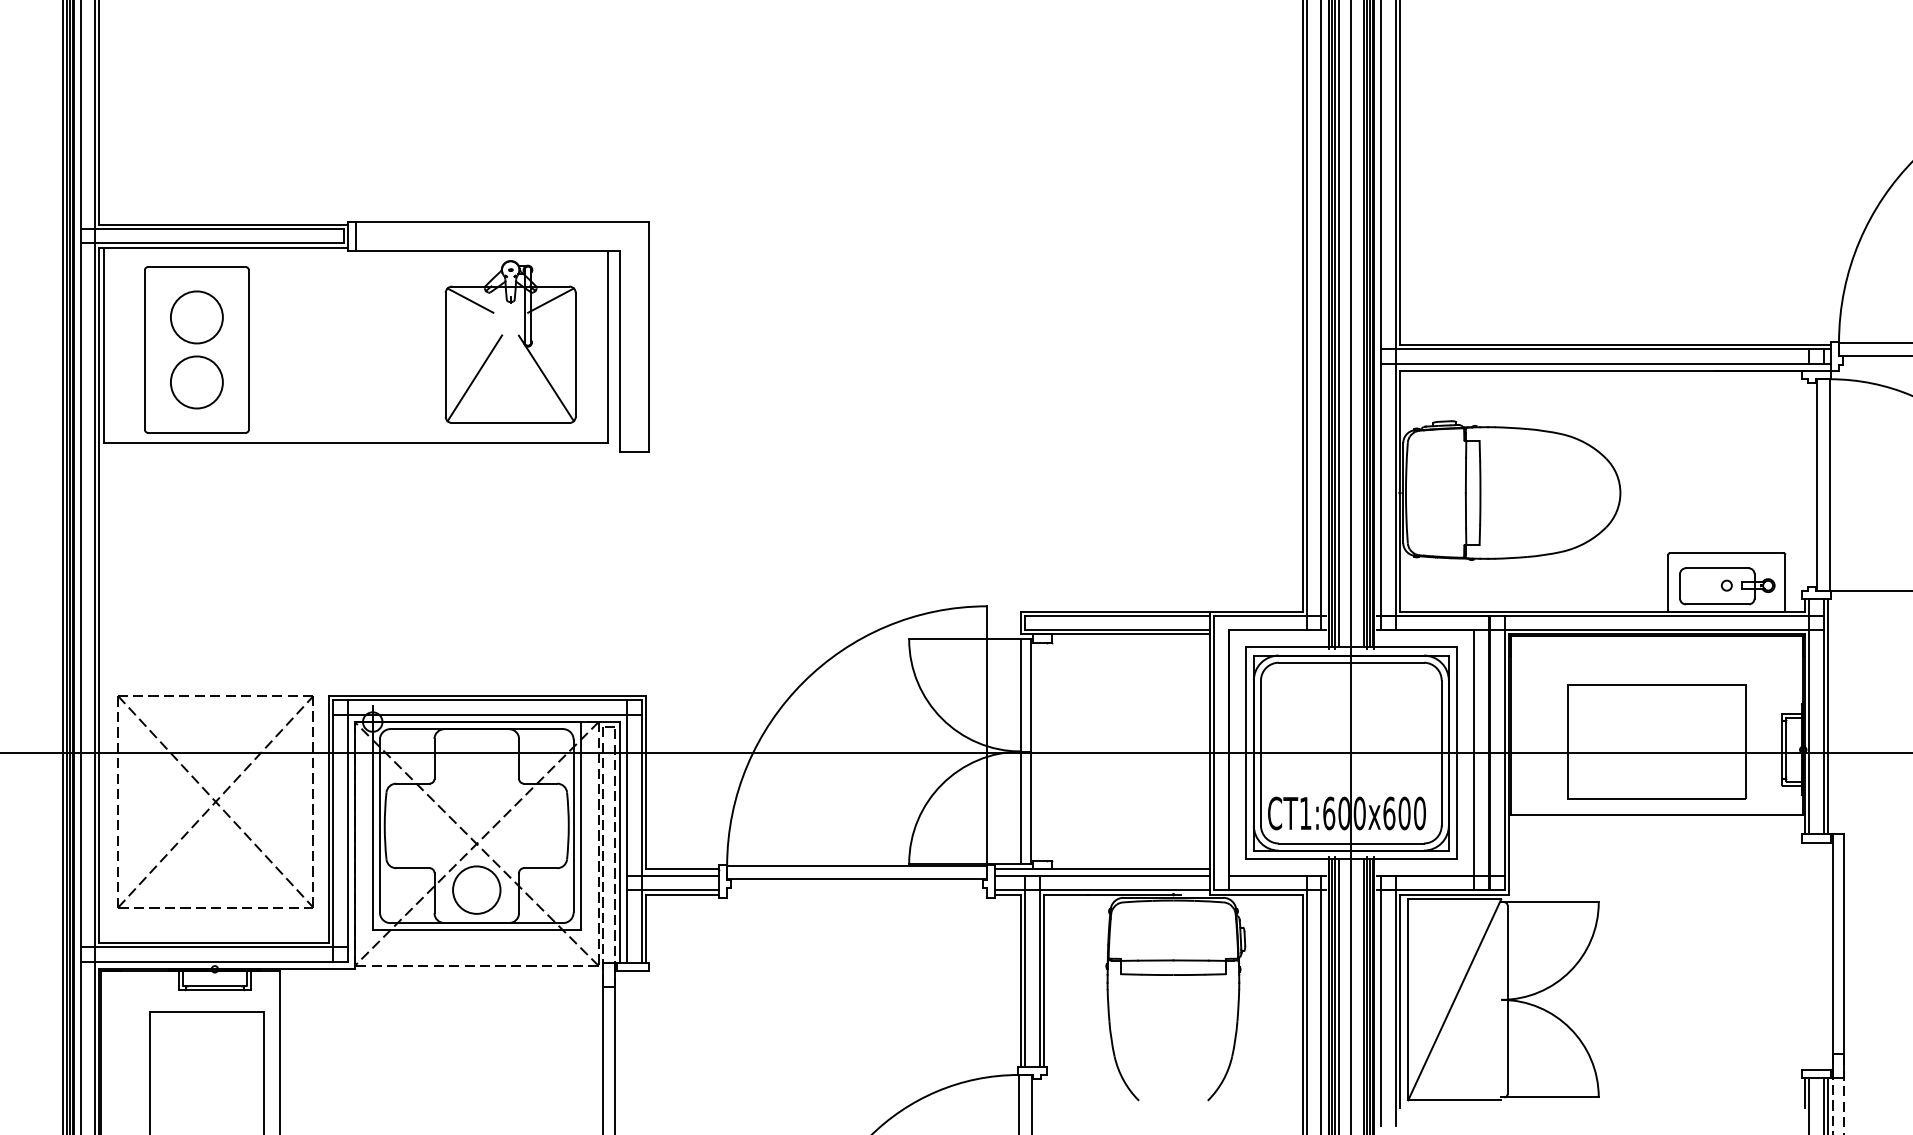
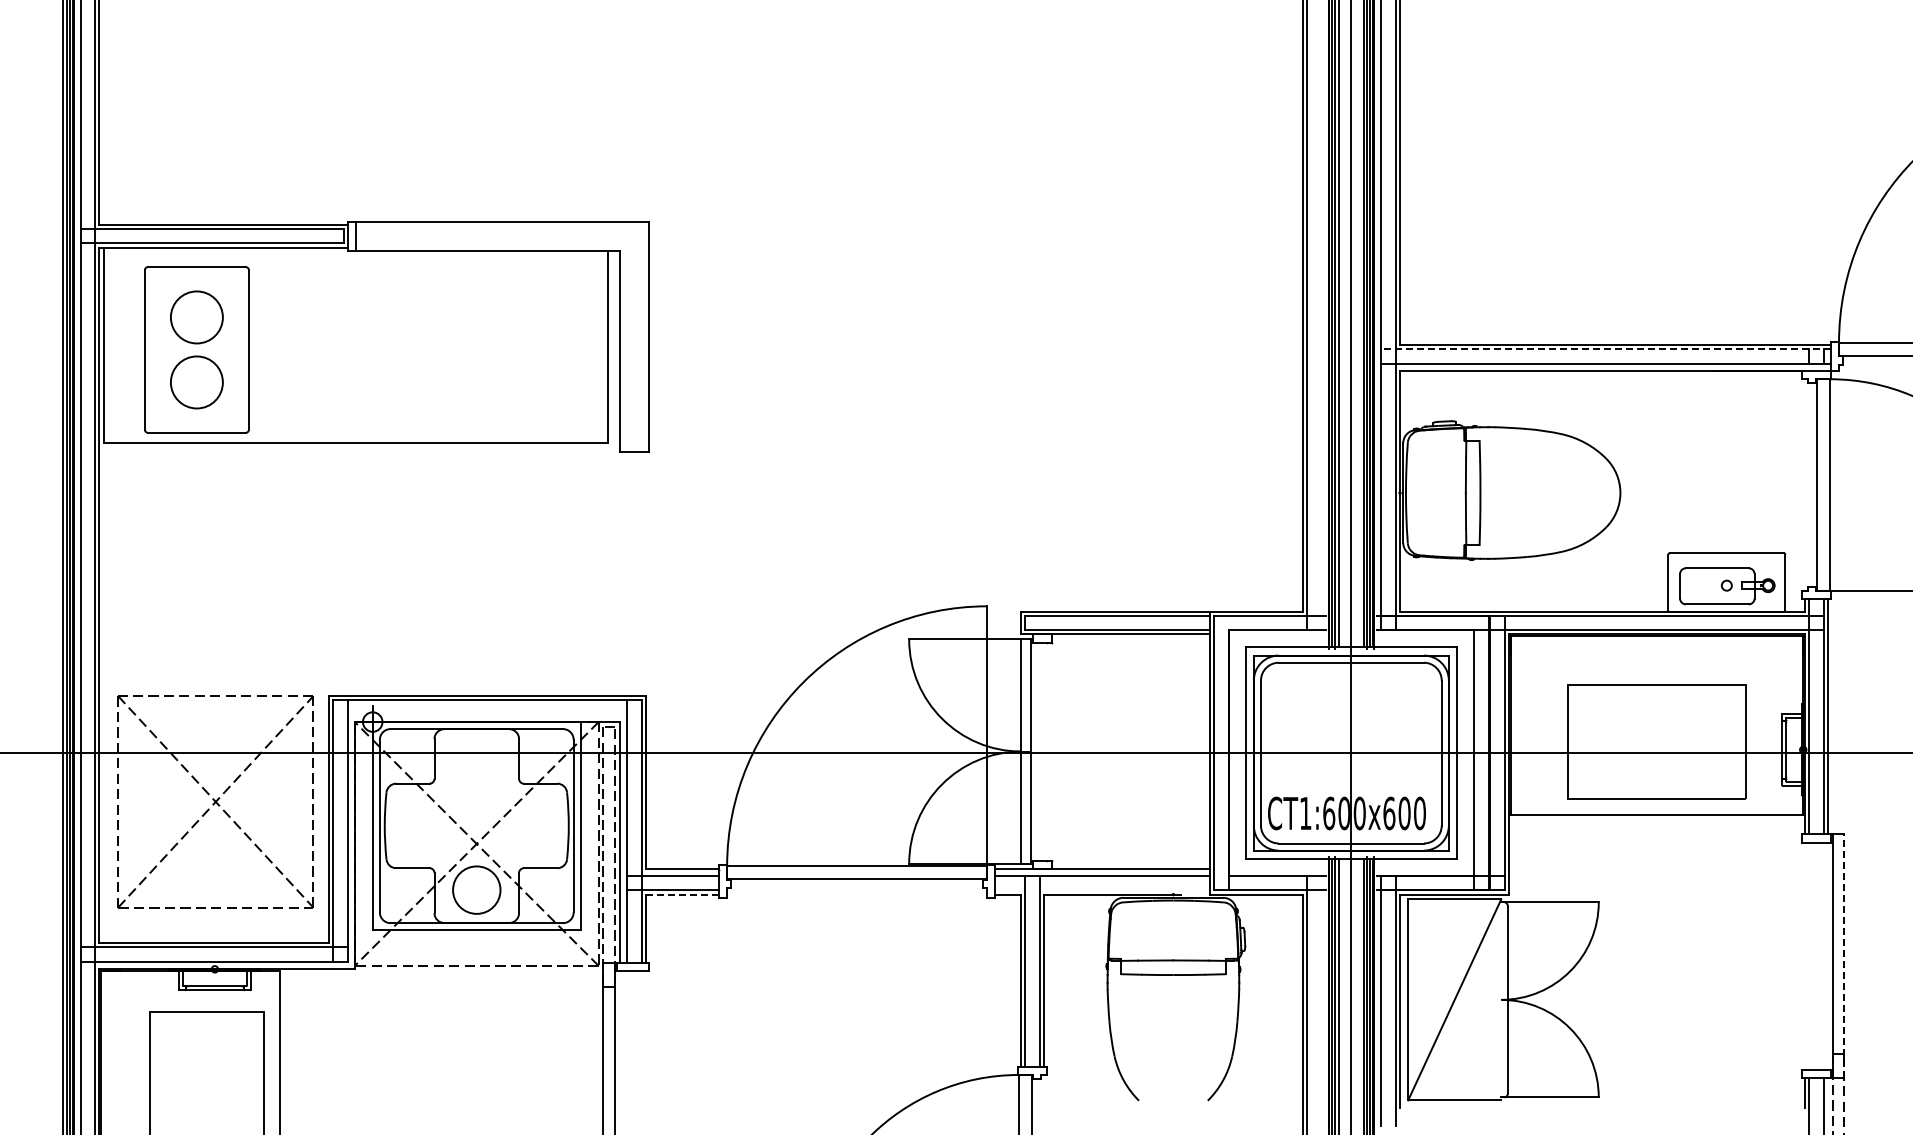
line at (1321, 316): present -> none
part at (510, 341): present -> none
line at (1606, 349): solid -> dashed
line at (486, 714): present -> none
line at (1102, 890): present -> none
line at (682, 894): solid -> dashed
line at (1844, 956): solid -> dashed
line at (1321, 1003): present -> none
line at (1827, 1104): present -> none
